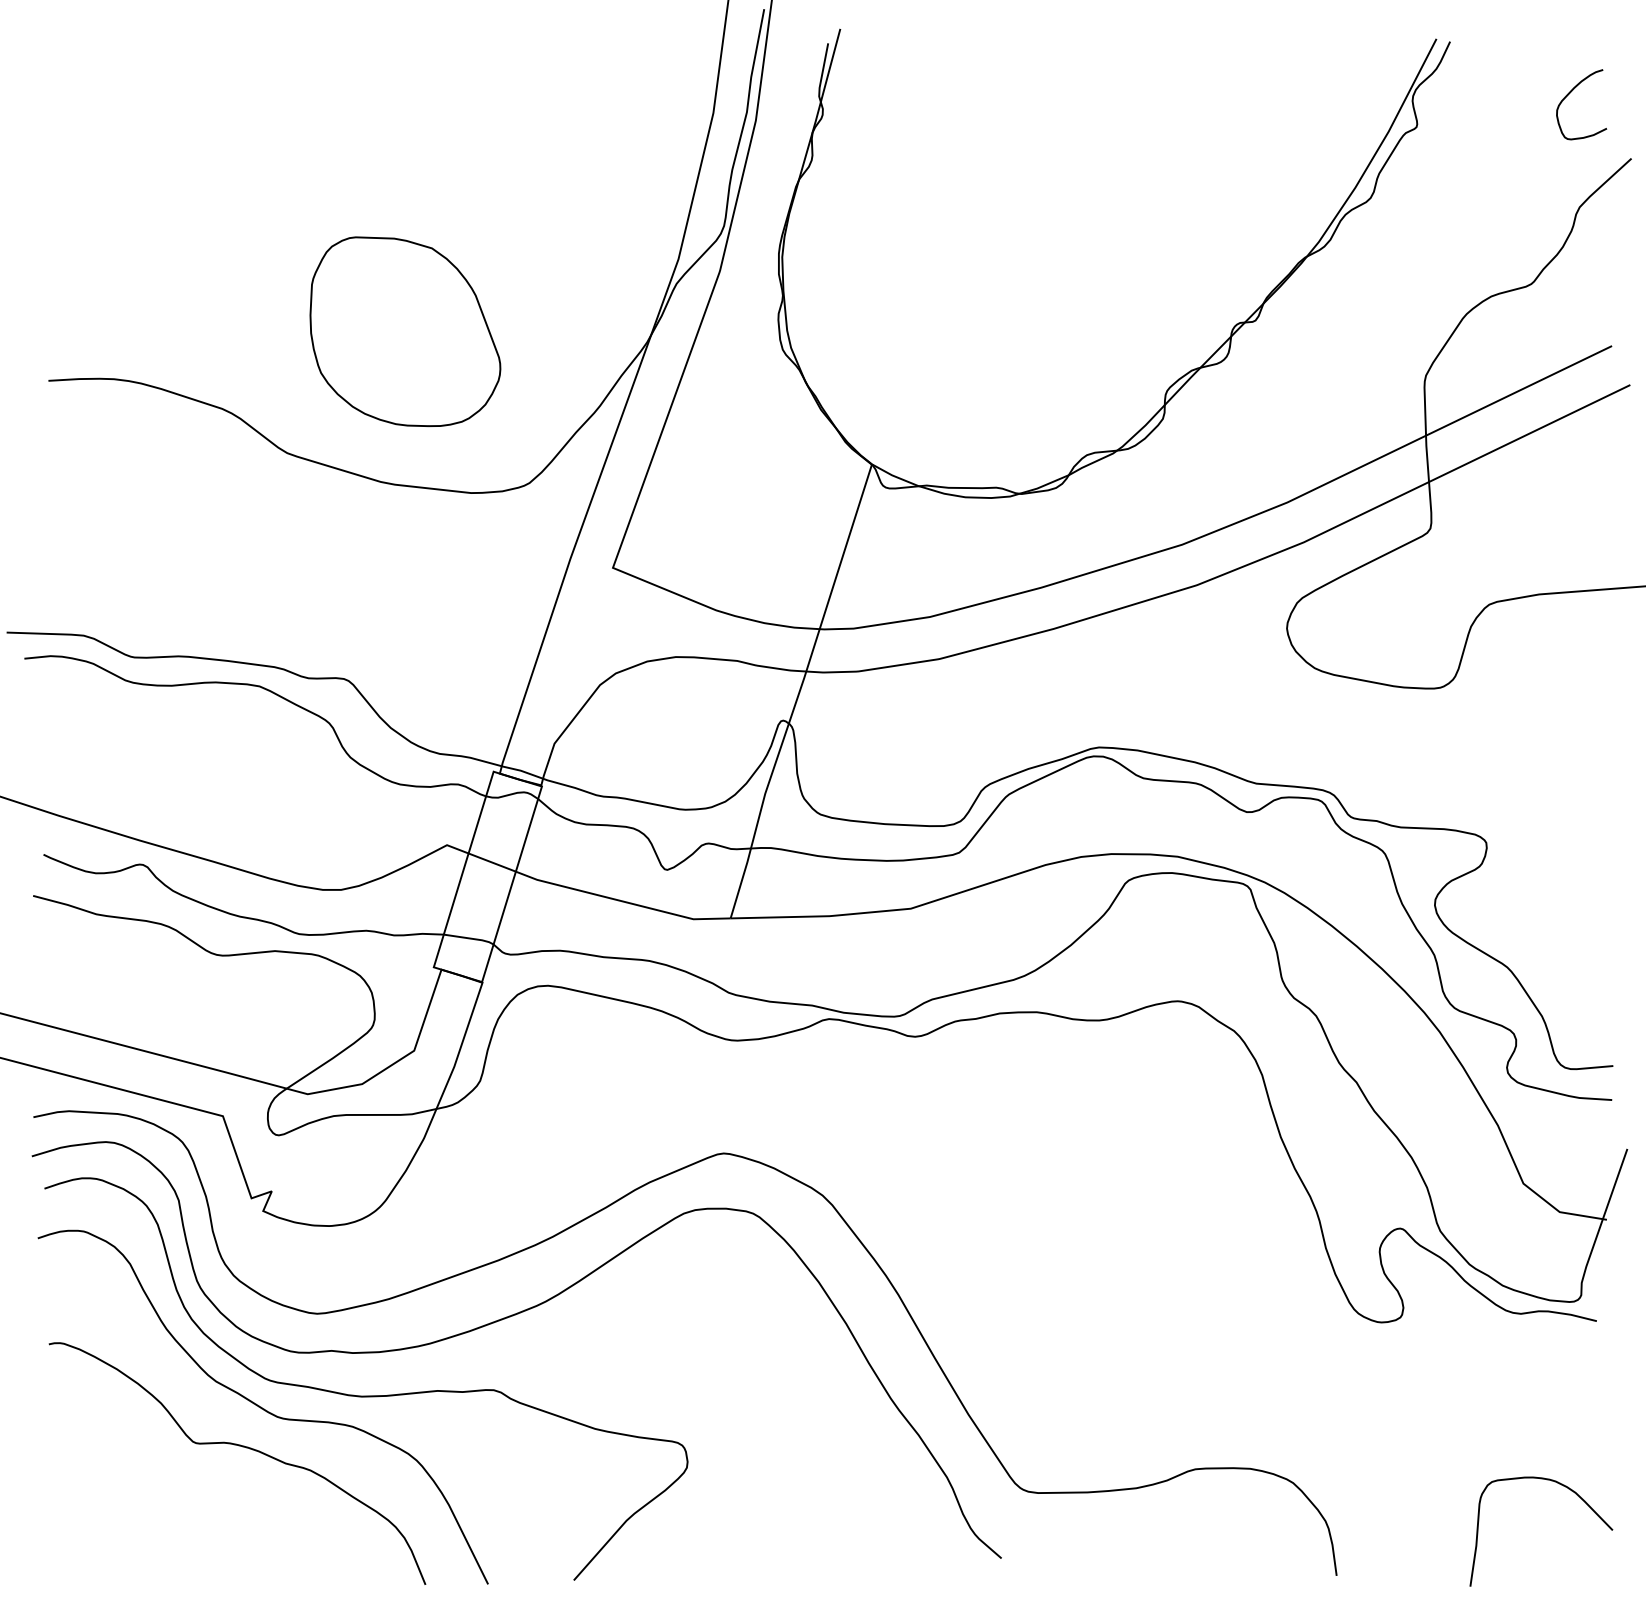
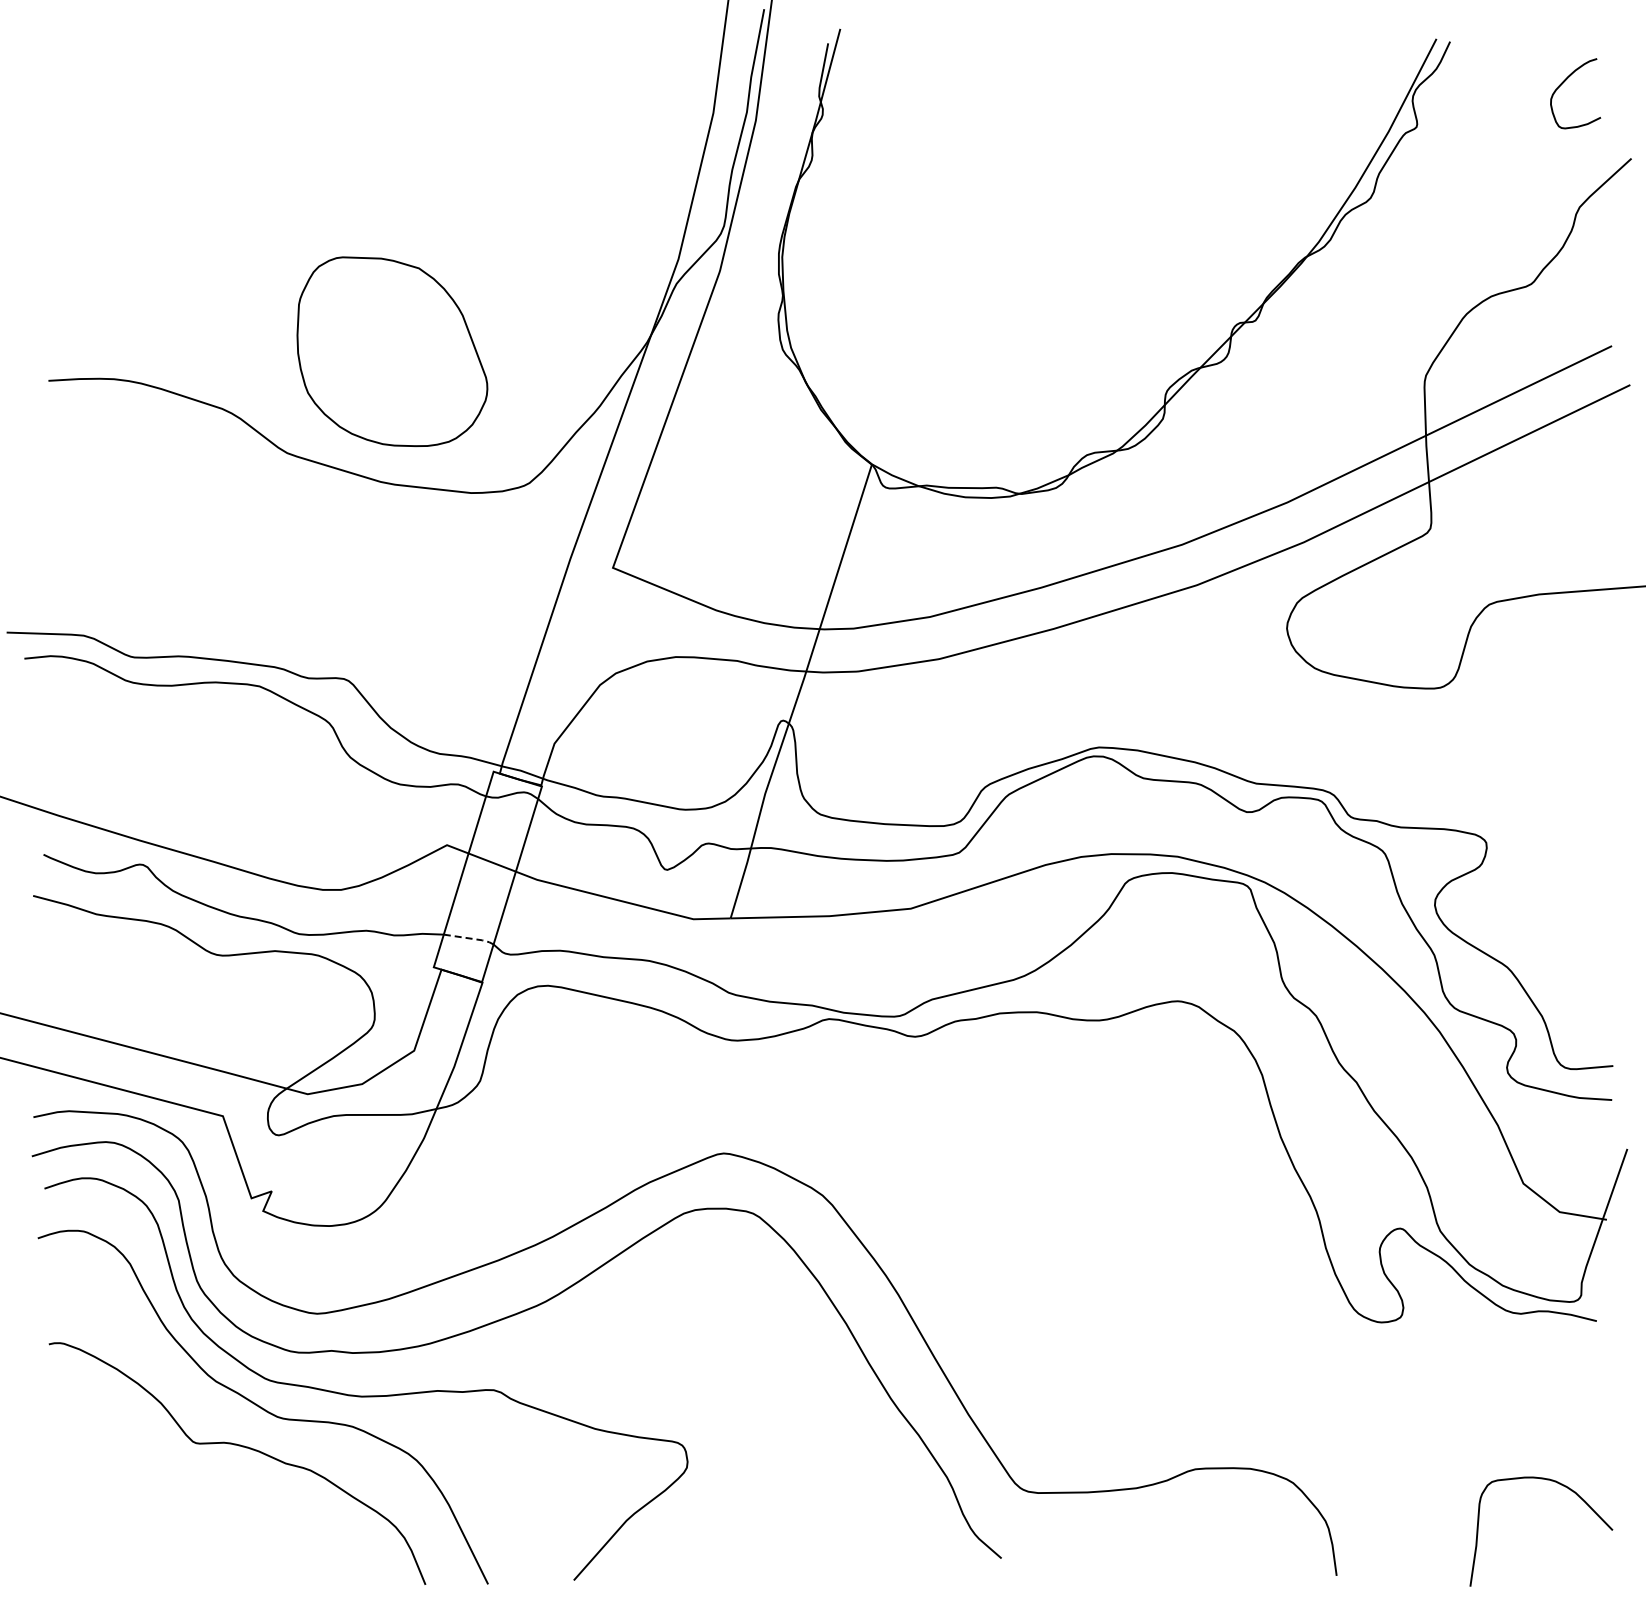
curve at (1570, 93) position: (1570, 93) -> (1564, 82)
part at (405, 331) position: (405, 331) -> (392, 351)
line at (470, 938): solid -> dashed
